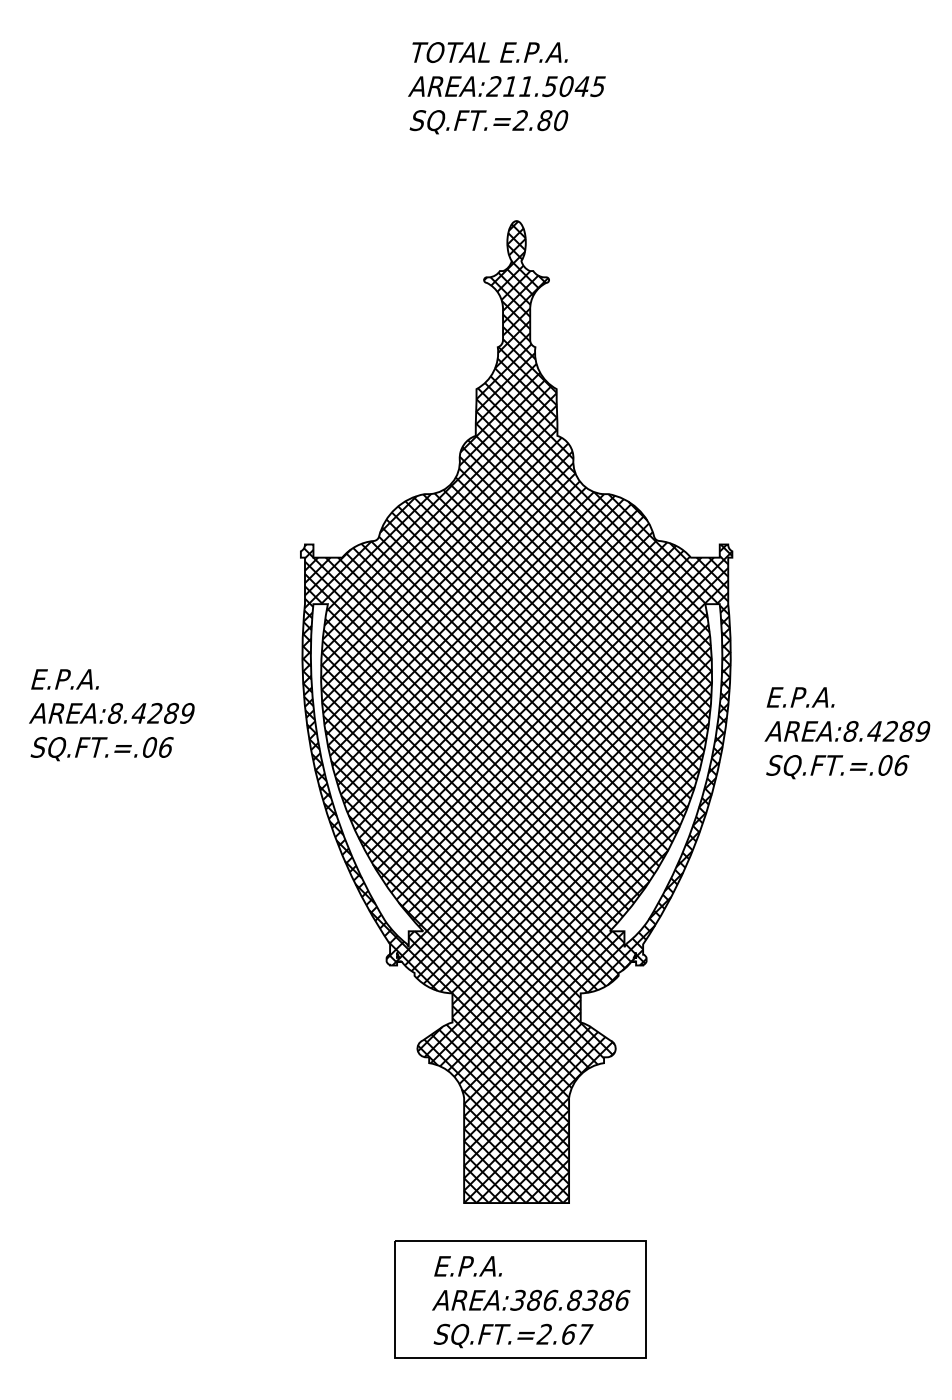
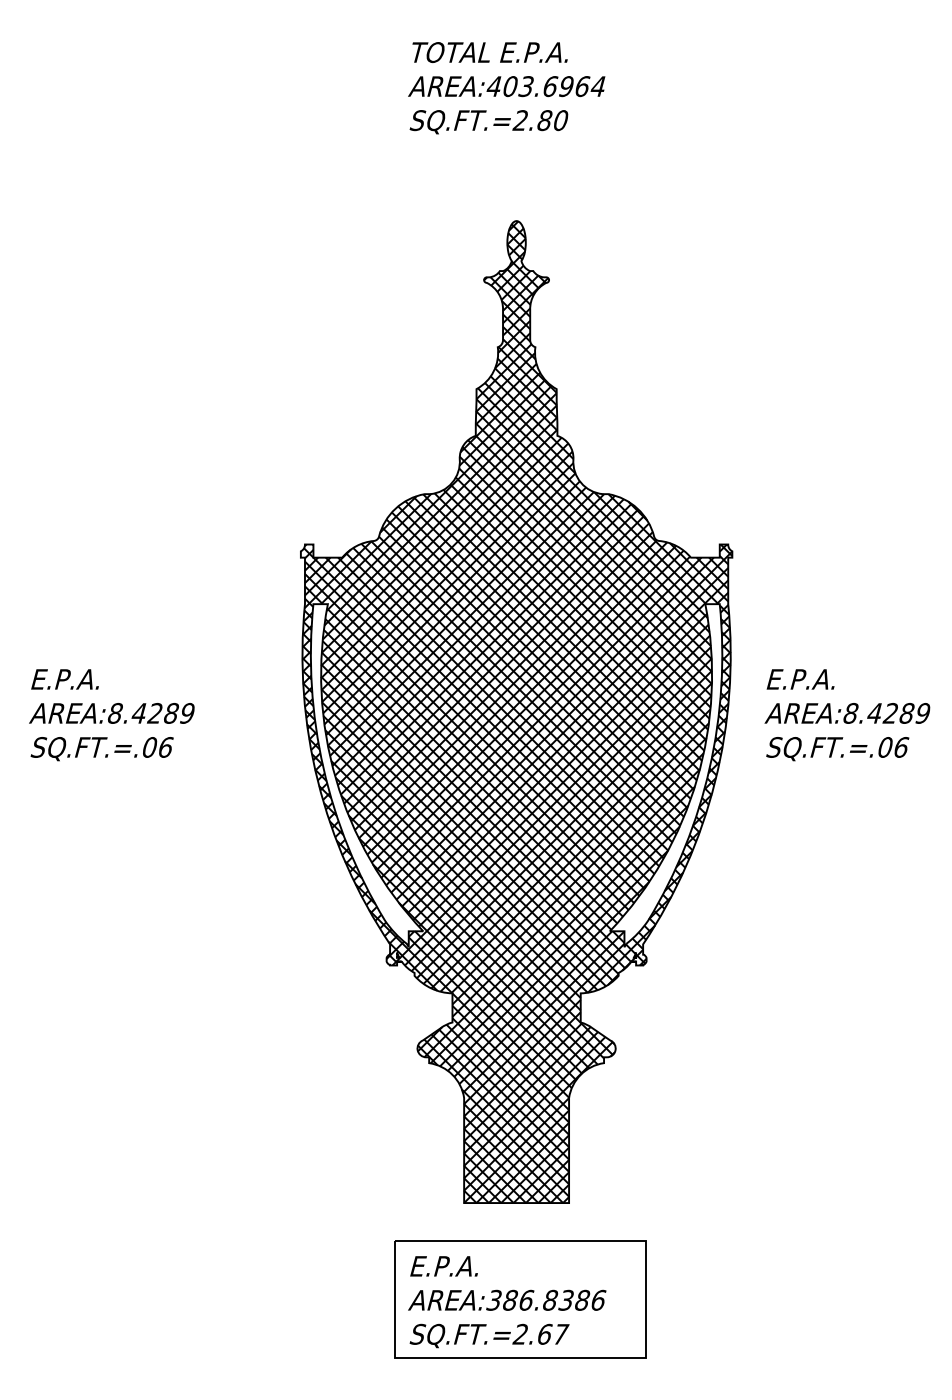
text at (545, 86): AREA:211.5045 -> AREA:403.6964
text at (847, 733) position: (847, 733) -> (847, 715)
text at (531, 1302) position: (531, 1302) -> (507, 1302)
